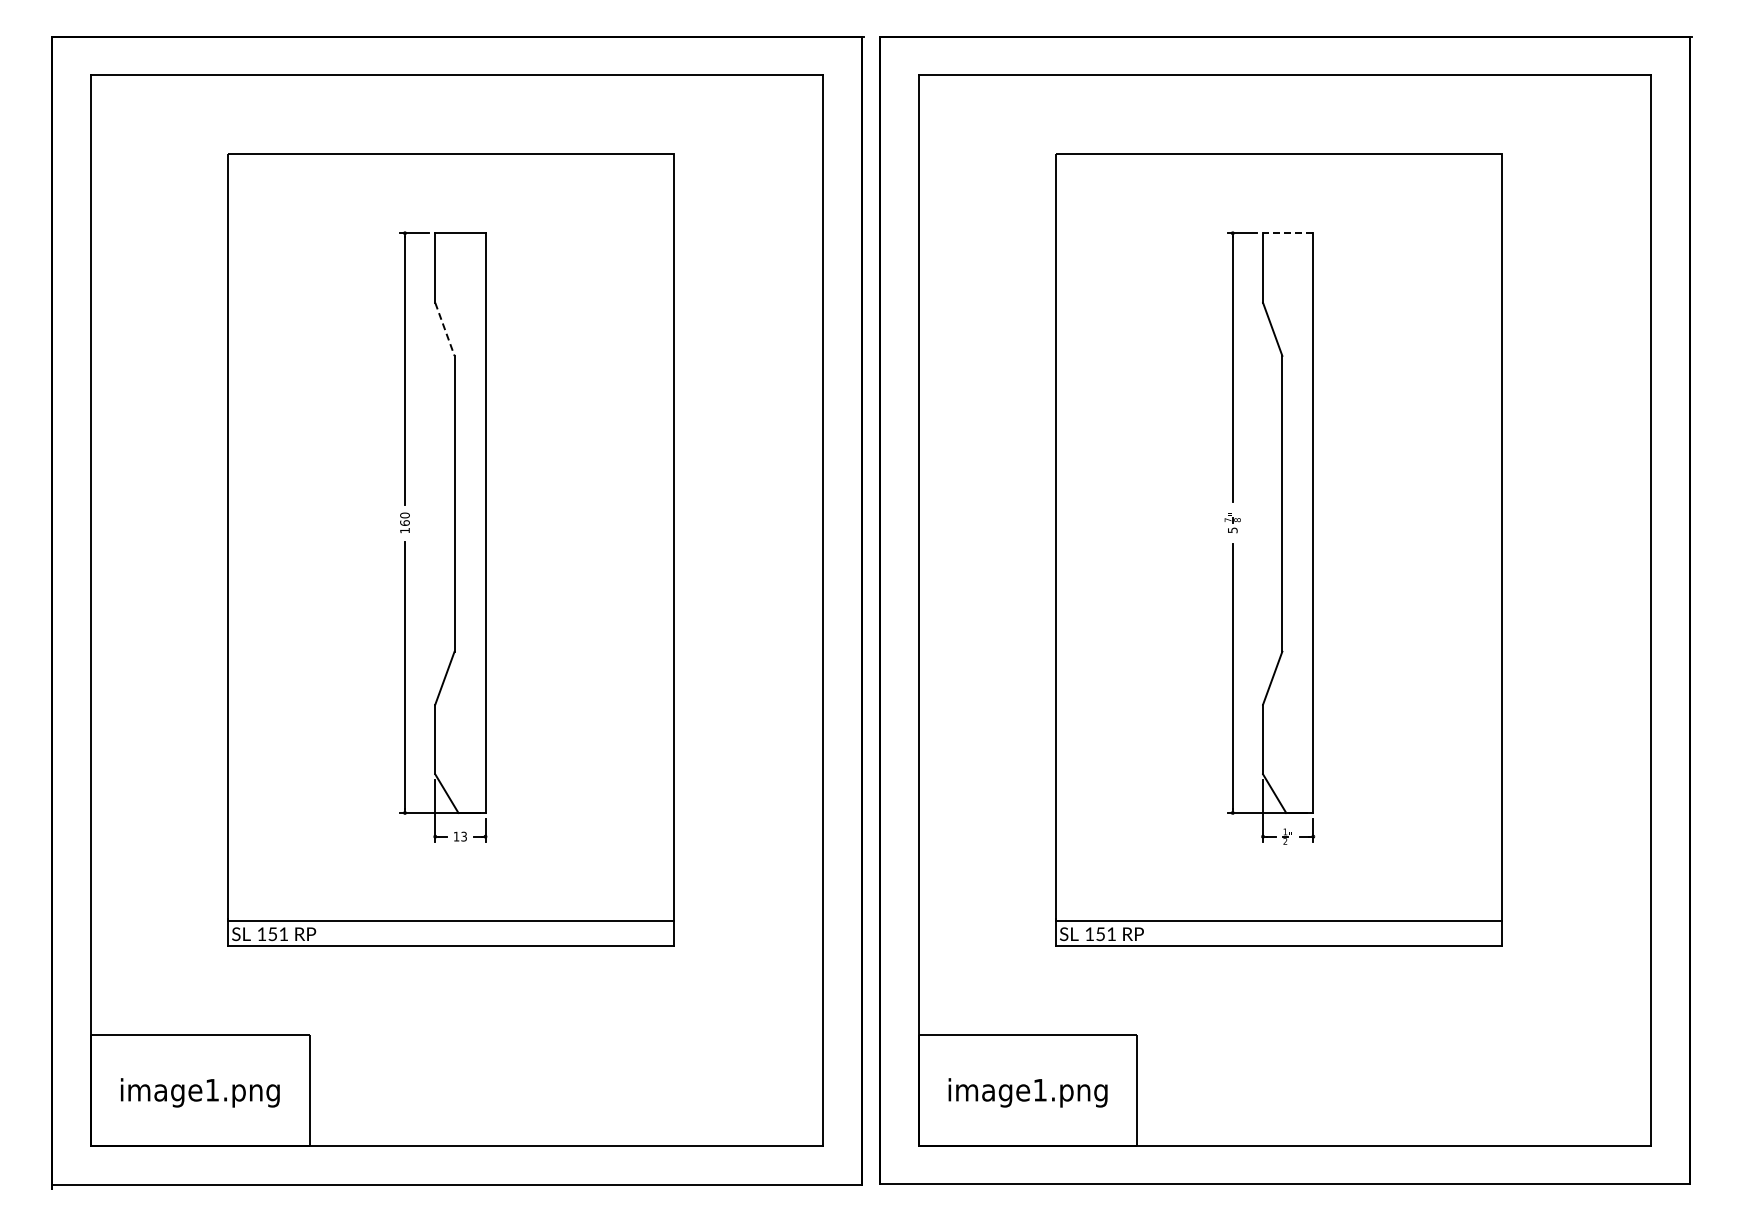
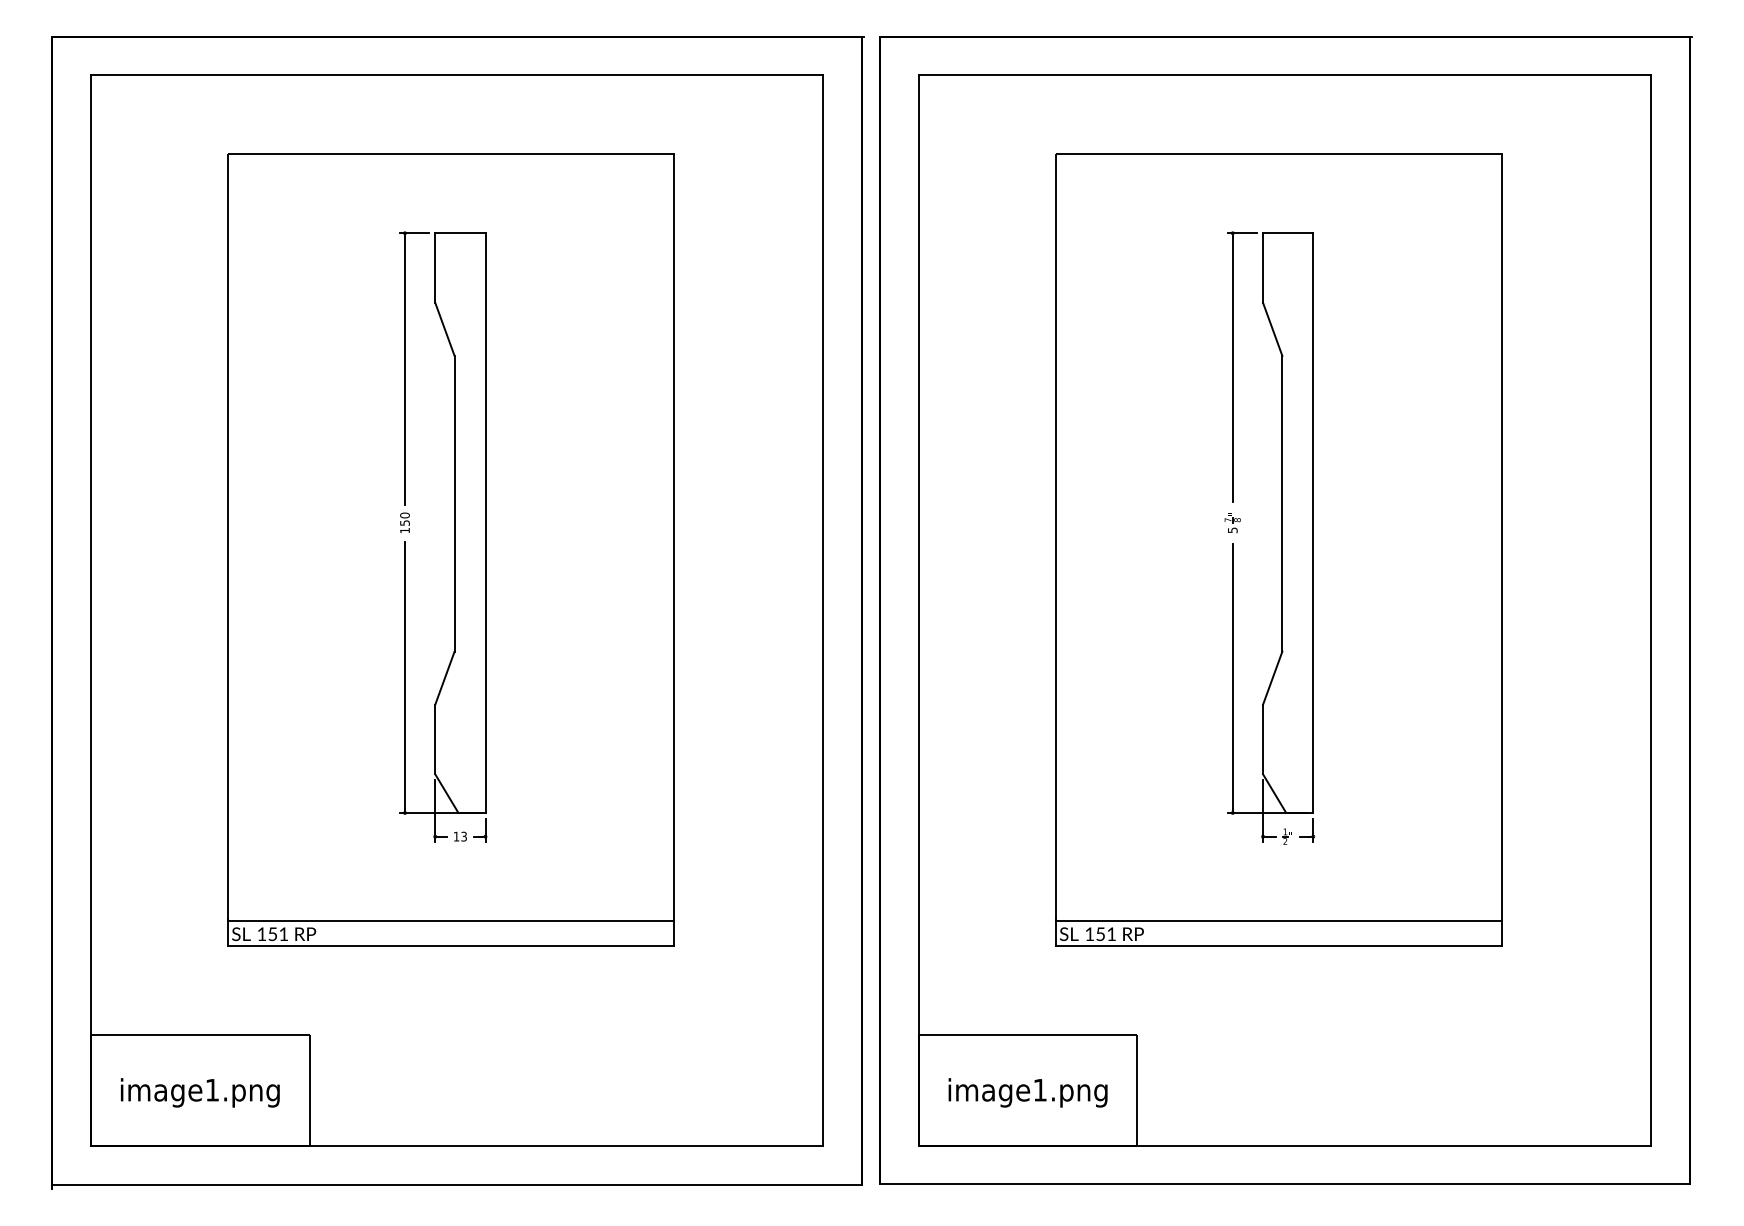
line at (1287, 233): dashed -> solid
line at (445, 329): dashed -> solid
text at (404, 522): 160 -> 150
